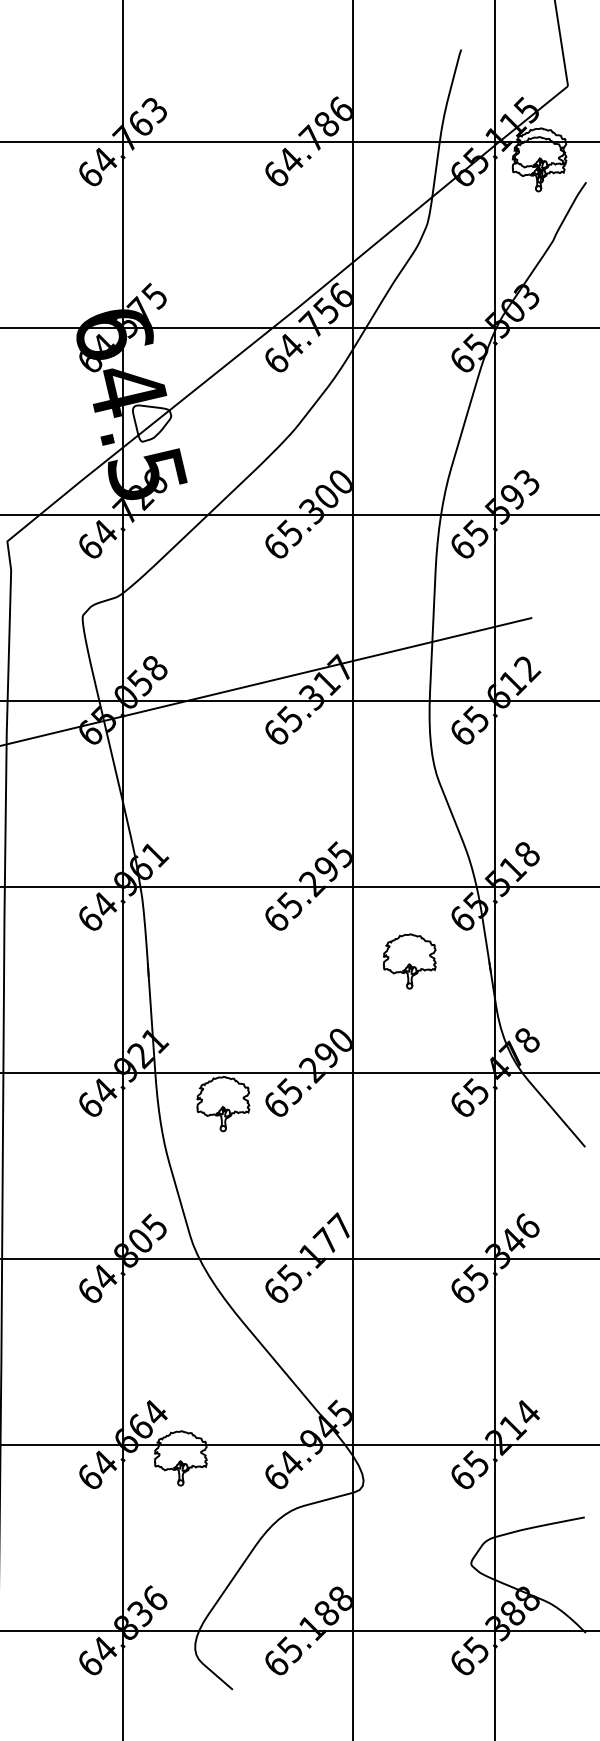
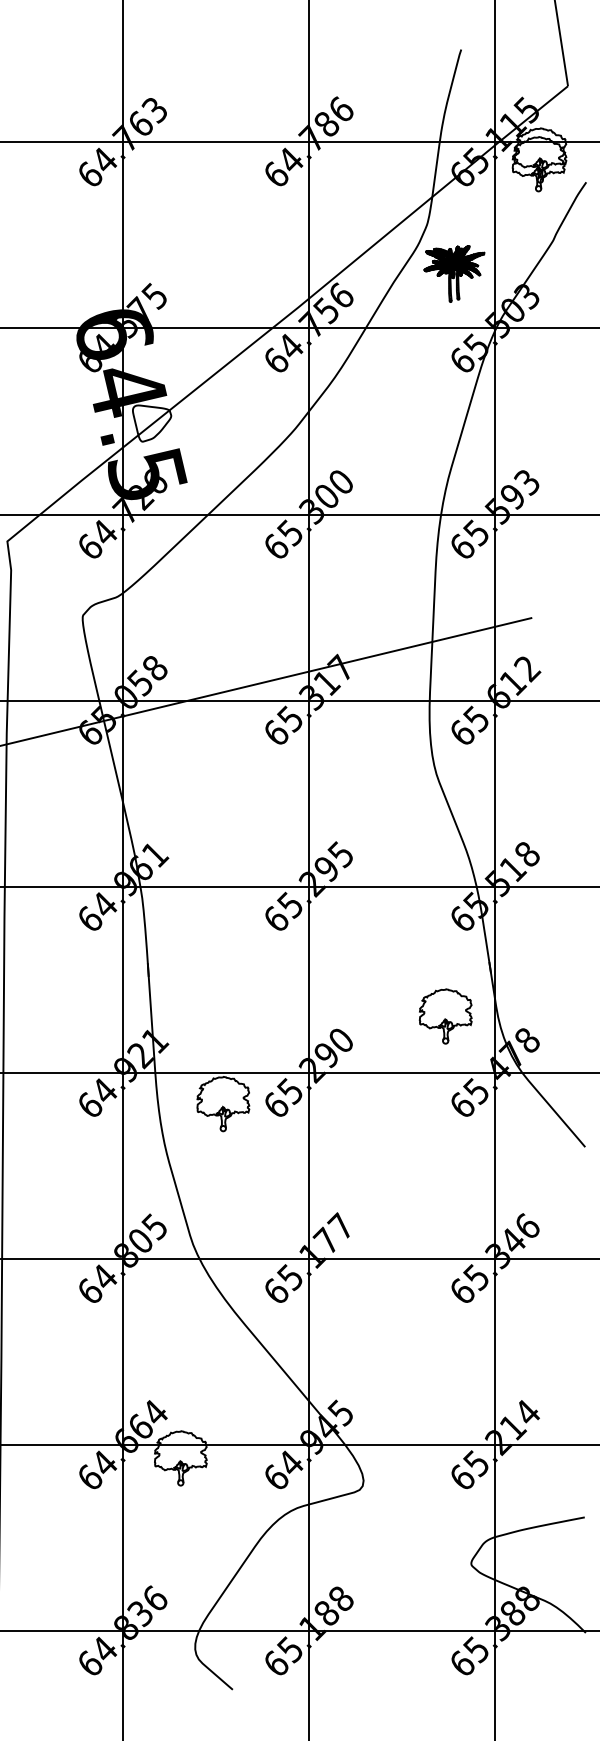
part at (454, 273): none -> present
line at (352, 869) position: (352, 869) -> (308, 869)
part at (409, 961) position: (409, 961) -> (445, 1016)
